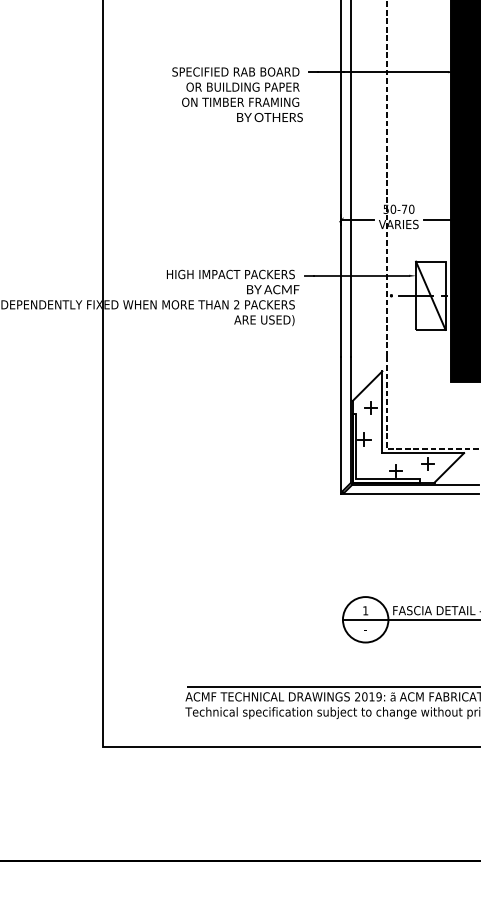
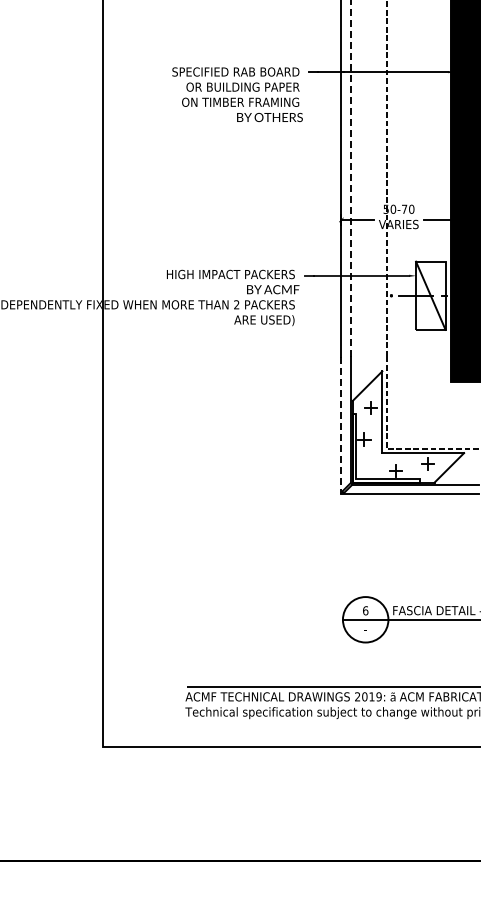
line at (350, 177): solid -> dashed
line at (341, 425): solid -> dashed
text at (365, 610): 1 -> 6
